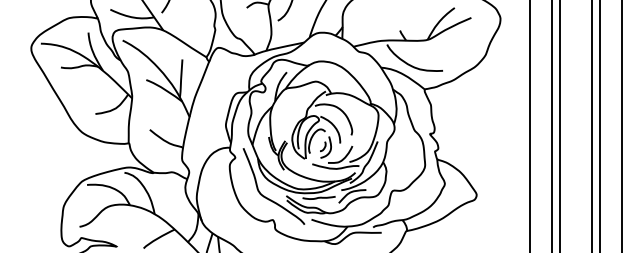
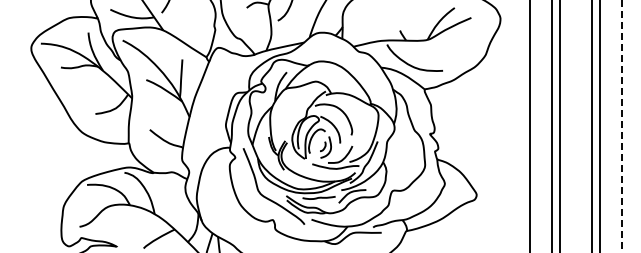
line at (621, 126): solid -> dashed
